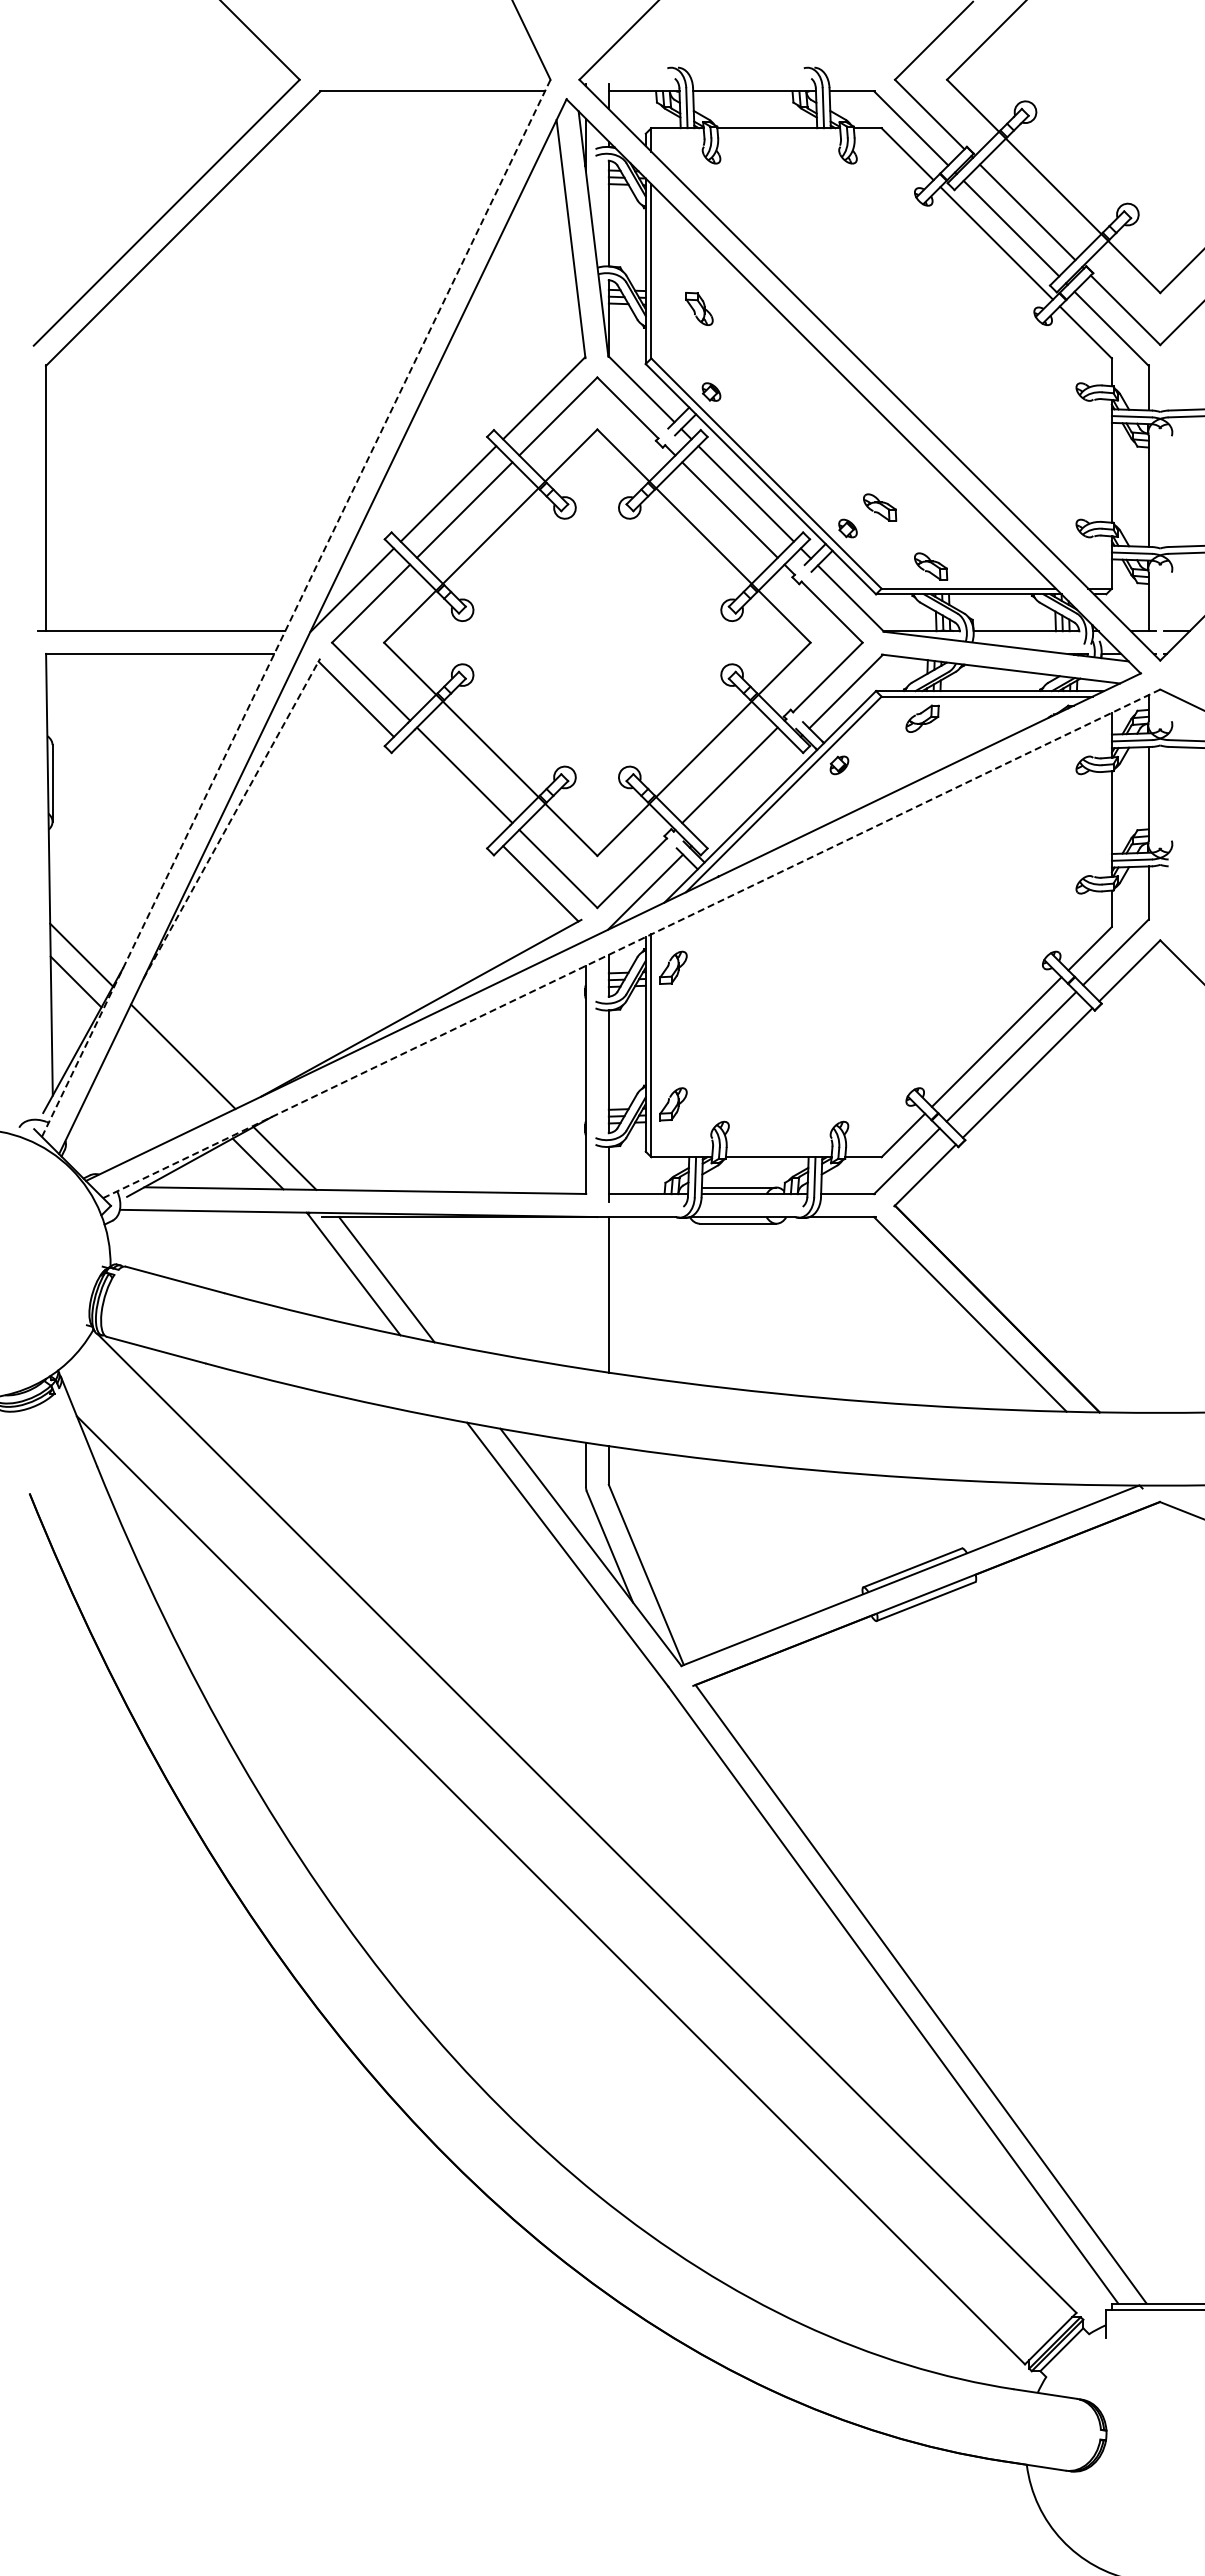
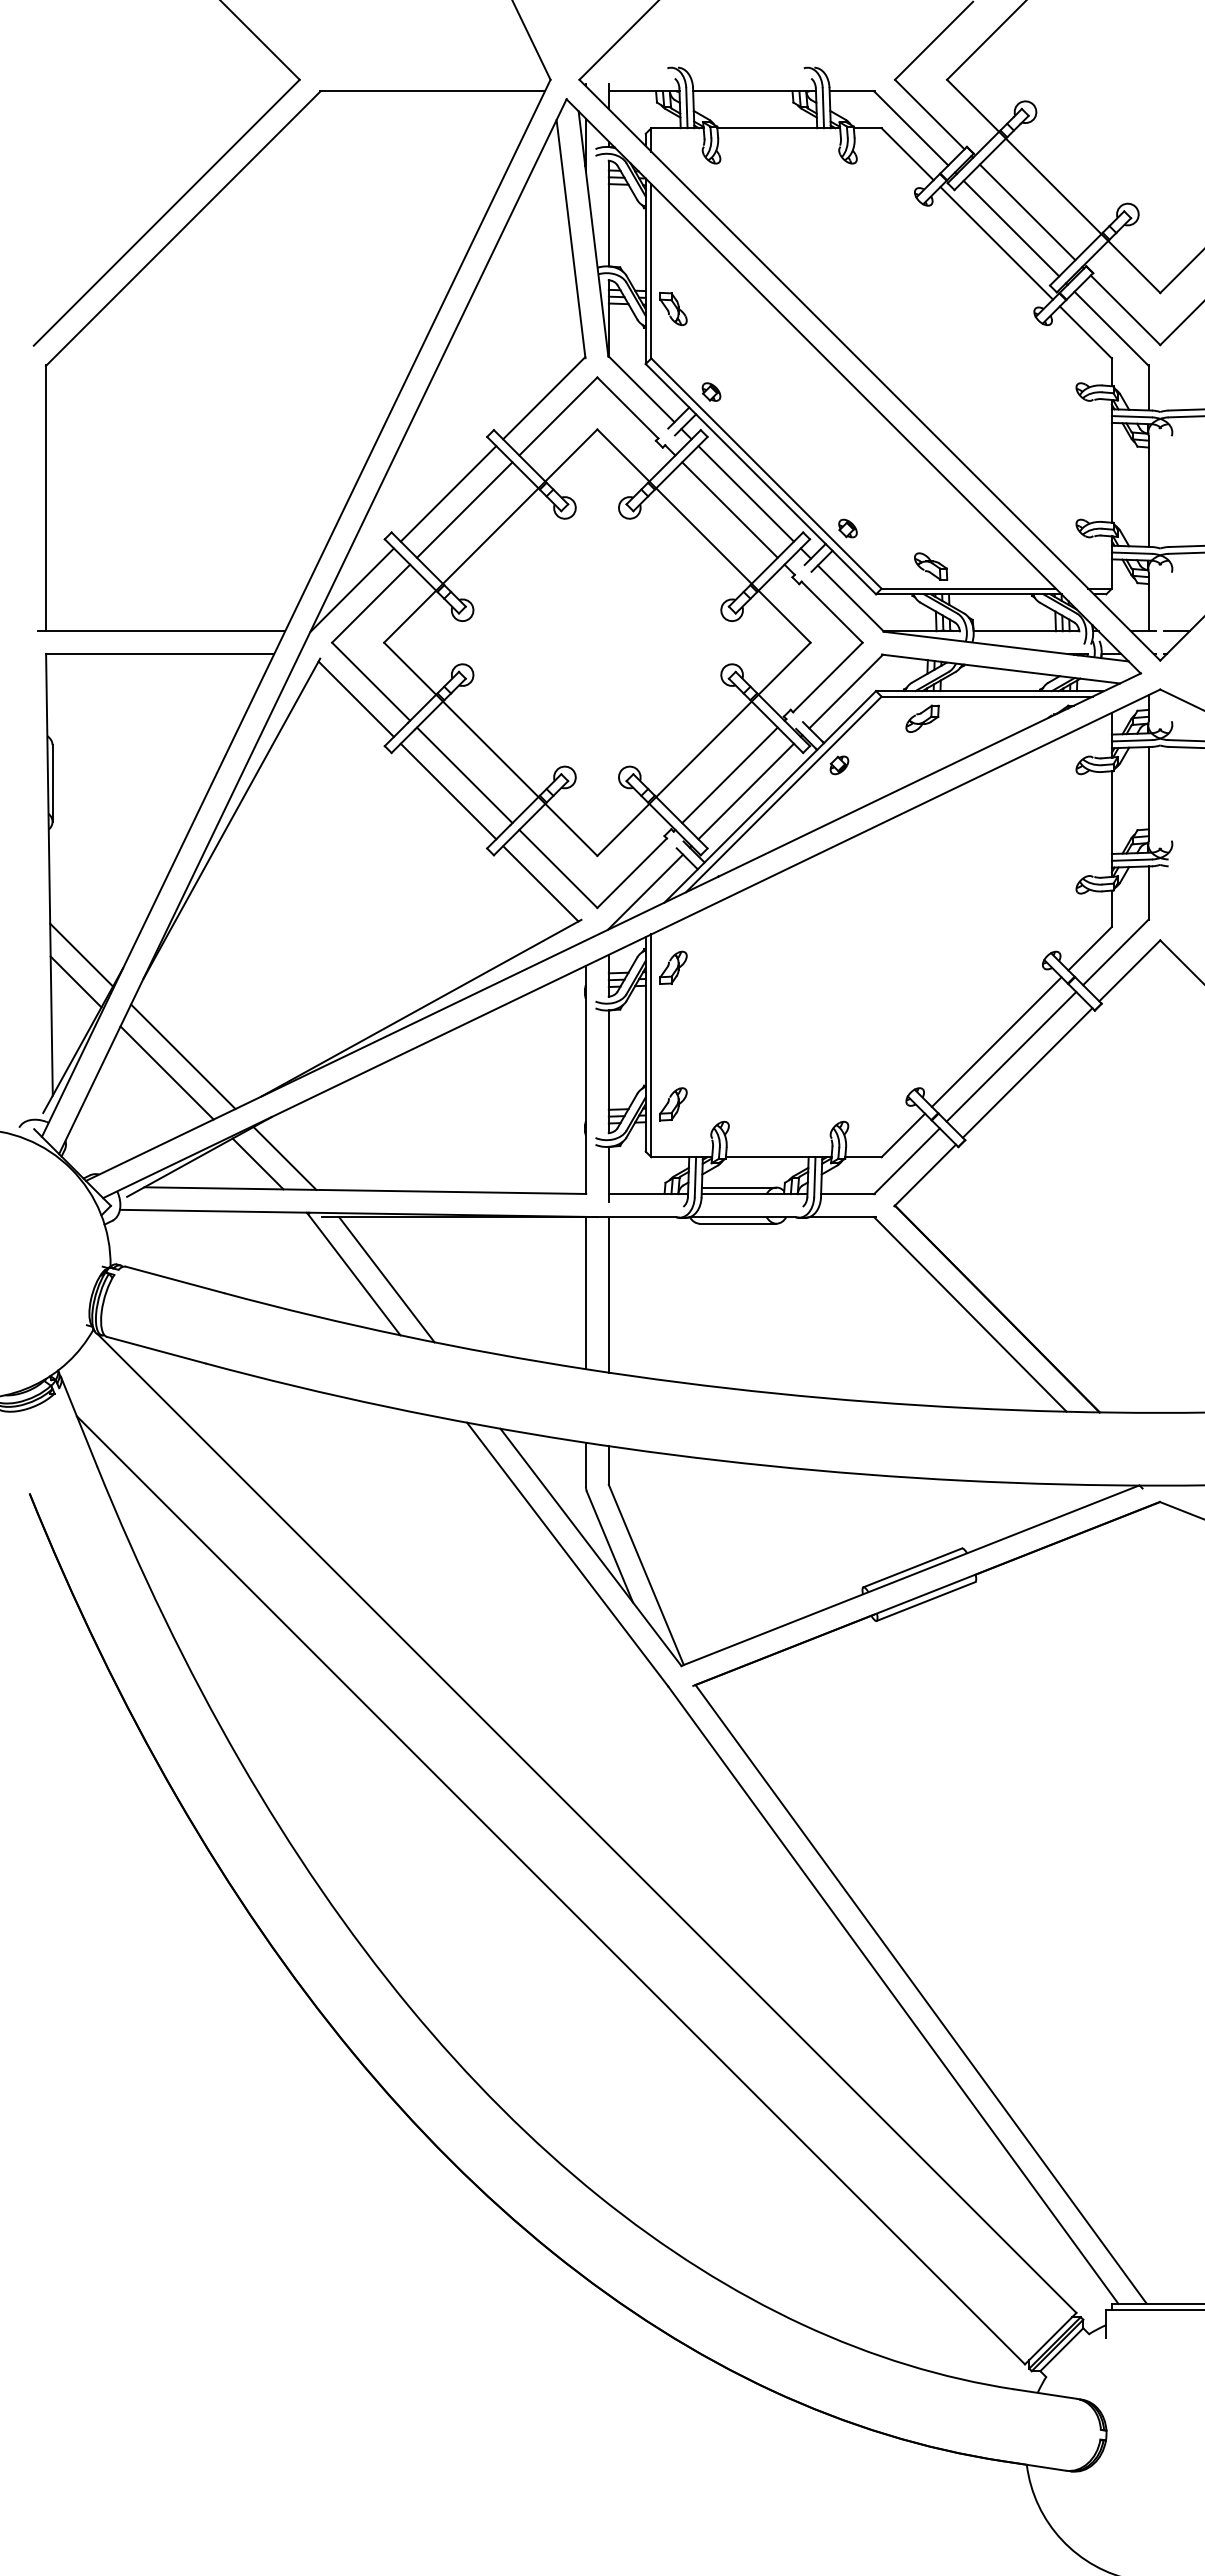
part at (699, 308) position: (699, 308) -> (673, 308)
part at (880, 507): present -> none
line at (296, 608): dashed -> solid
line at (448, 791): none -> present
line at (745, 791): none -> present
line at (231, 818): dashed -> solid
line at (631, 943): dashed -> solid
line at (166, 1072): none -> present
line at (585, 1293): none -> present
